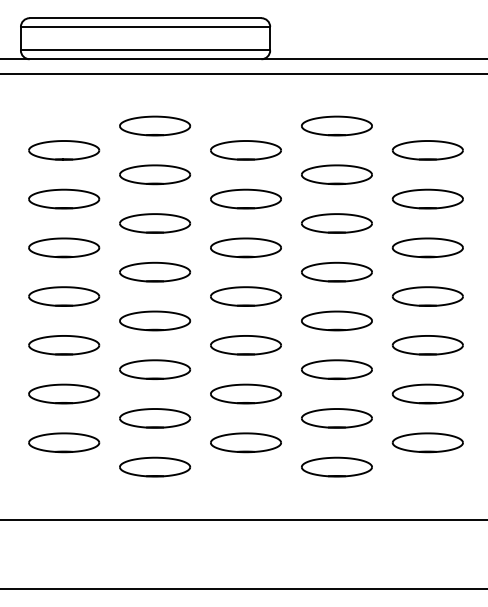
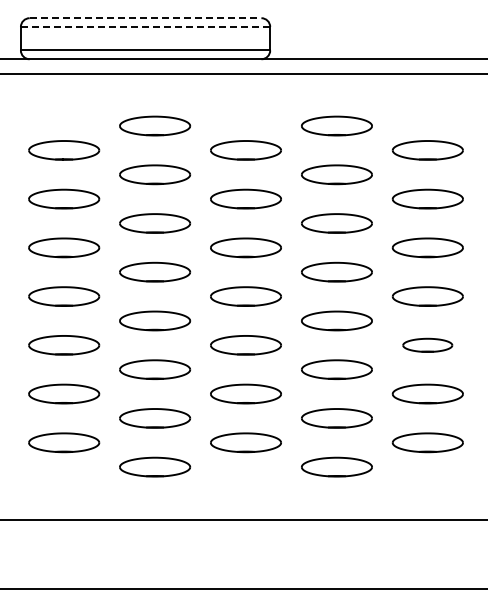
line at (145, 18): solid -> dashed
line at (145, 27): solid -> dashed
part at (427, 345) size: 73x21 px -> 52x16 px
